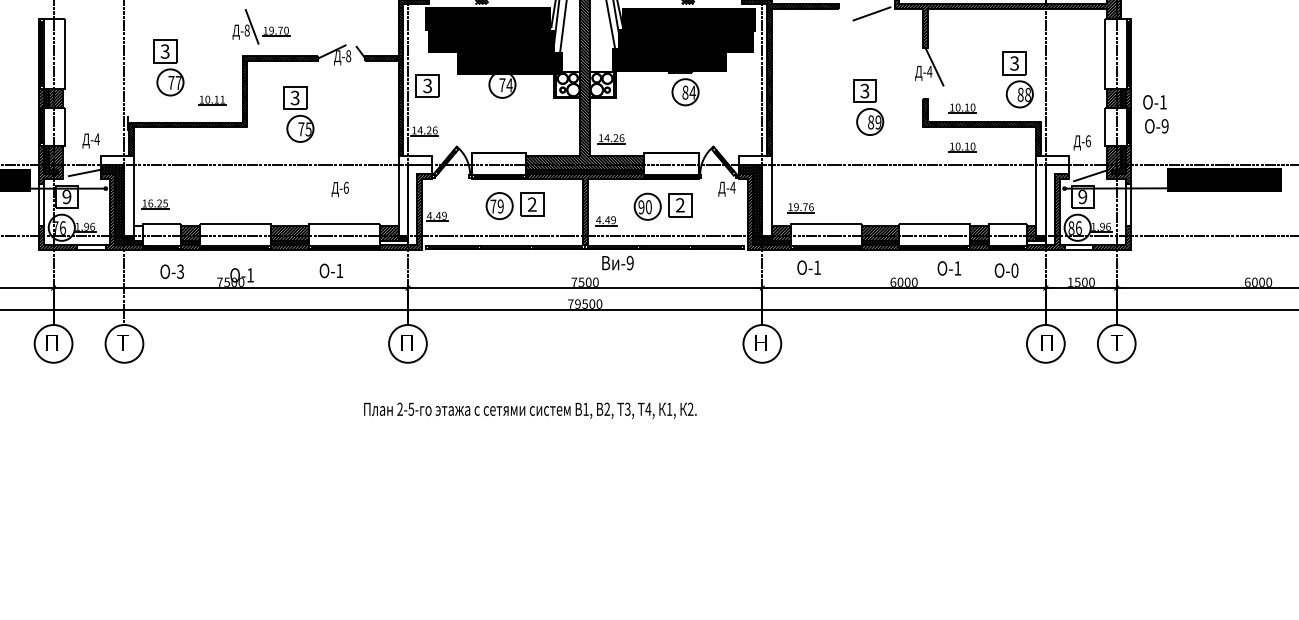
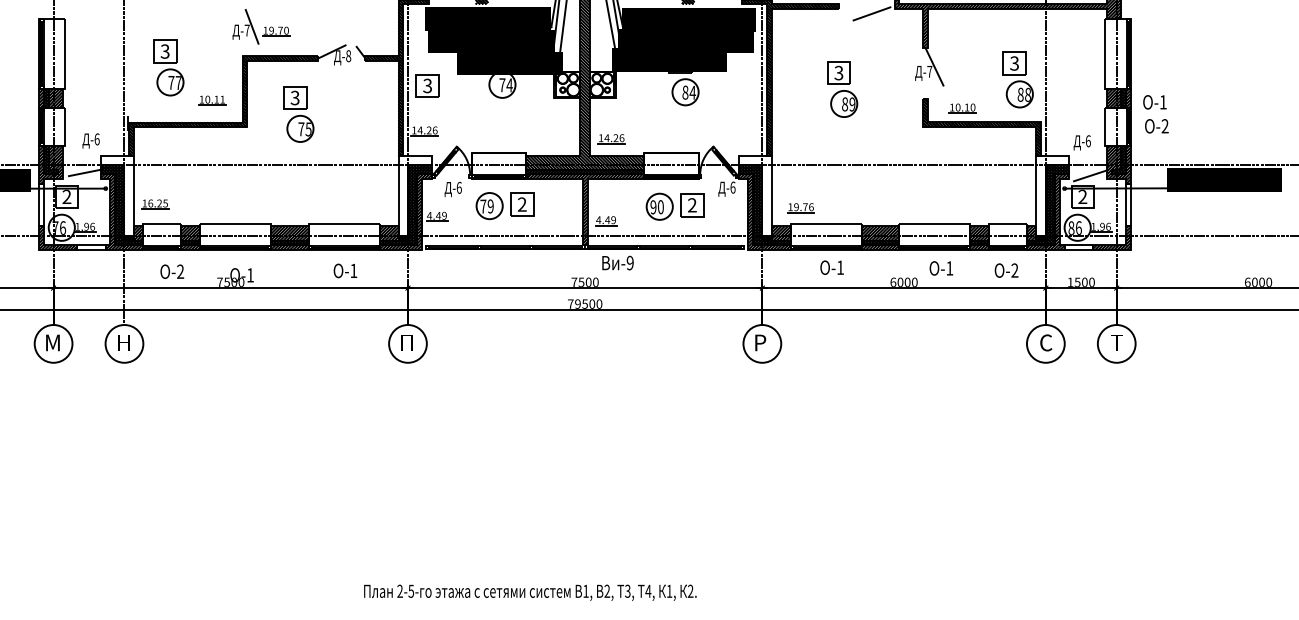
text at (246, 30): -8 -> -7
text at (929, 71): -4 -> -7
part at (868, 107) position: (868, 107) -> (842, 89)
text at (1164, 126): -9 -> -2
text at (96, 139): -4 -> -6
part at (962, 147): present -> none
text at (732, 187): -4 -> -6
text at (339, 189) position: (339, 189) -> (452, 189)
text at (66, 197): 9 -> 2
text at (1082, 197): 9 -> 2
hatch at (405, 205): none -> present
hatch at (1047, 205): none -> present
part at (514, 206) position: (514, 206) -> (504, 206)
part at (662, 206) position: (662, 206) -> (674, 206)
hatch at (138, 233): none -> present
text at (808, 267) position: (808, 267) -> (831, 267)
text at (949, 268) position: (949, 268) -> (941, 268)
text at (331, 270) position: (331, 270) -> (345, 270)
text at (1014, 270): -0 -> -2
text at (180, 271): -3 -> -2
text at (52, 342): П -> М
text at (123, 342): Т -> Н
text at (760, 342): Н -> Р
text at (1046, 342): П -> С
text at (530, 410) position: (530, 410) -> (530, 592)
